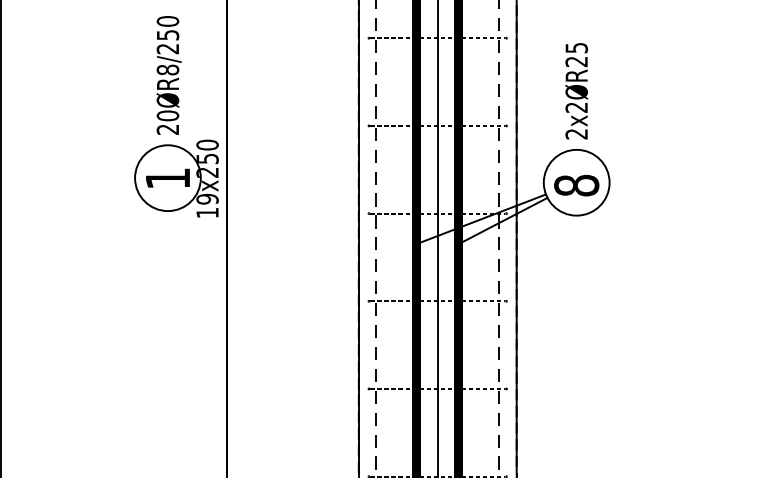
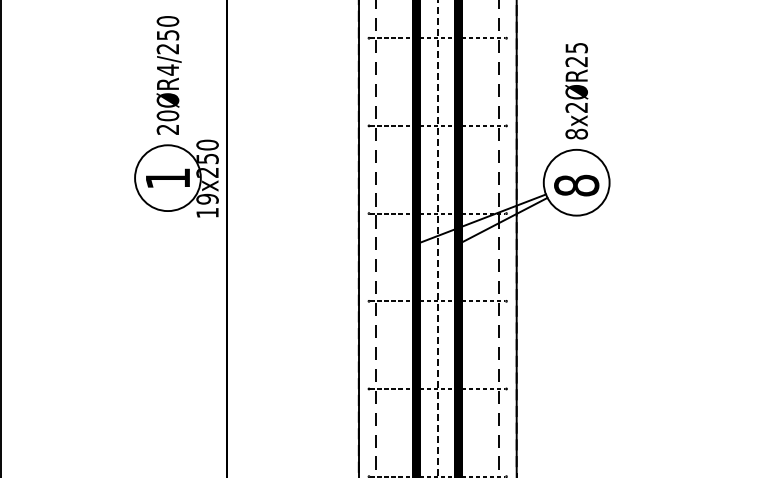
text at (167, 69): 20ØR8/250 -> 20ØR4/250
text at (576, 133): 2x2ØR25 -> 8x2ØR25
line at (437, 239): solid -> dashed
